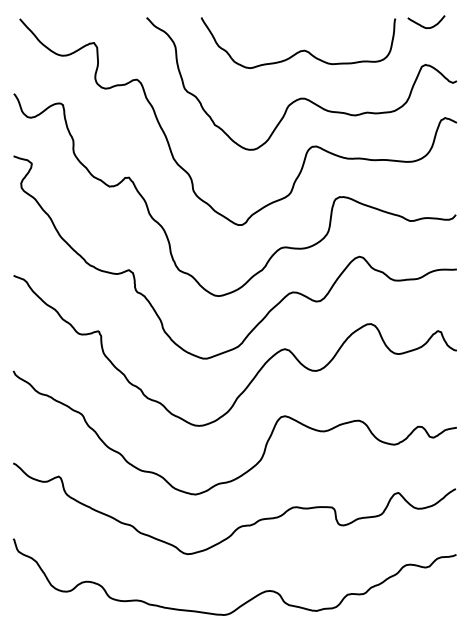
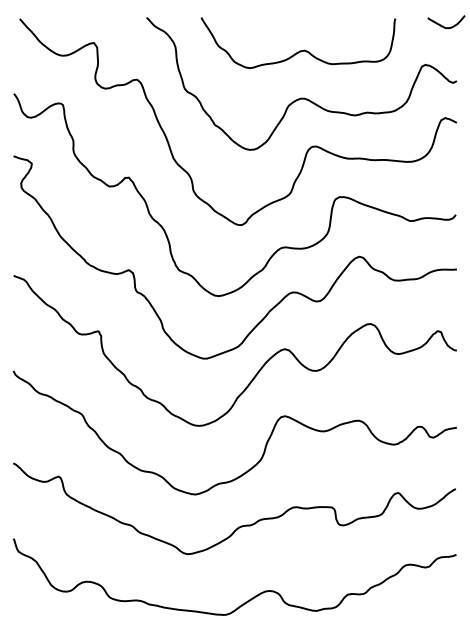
curve at (424, 26) position: (424, 26) -> (444, 26)
